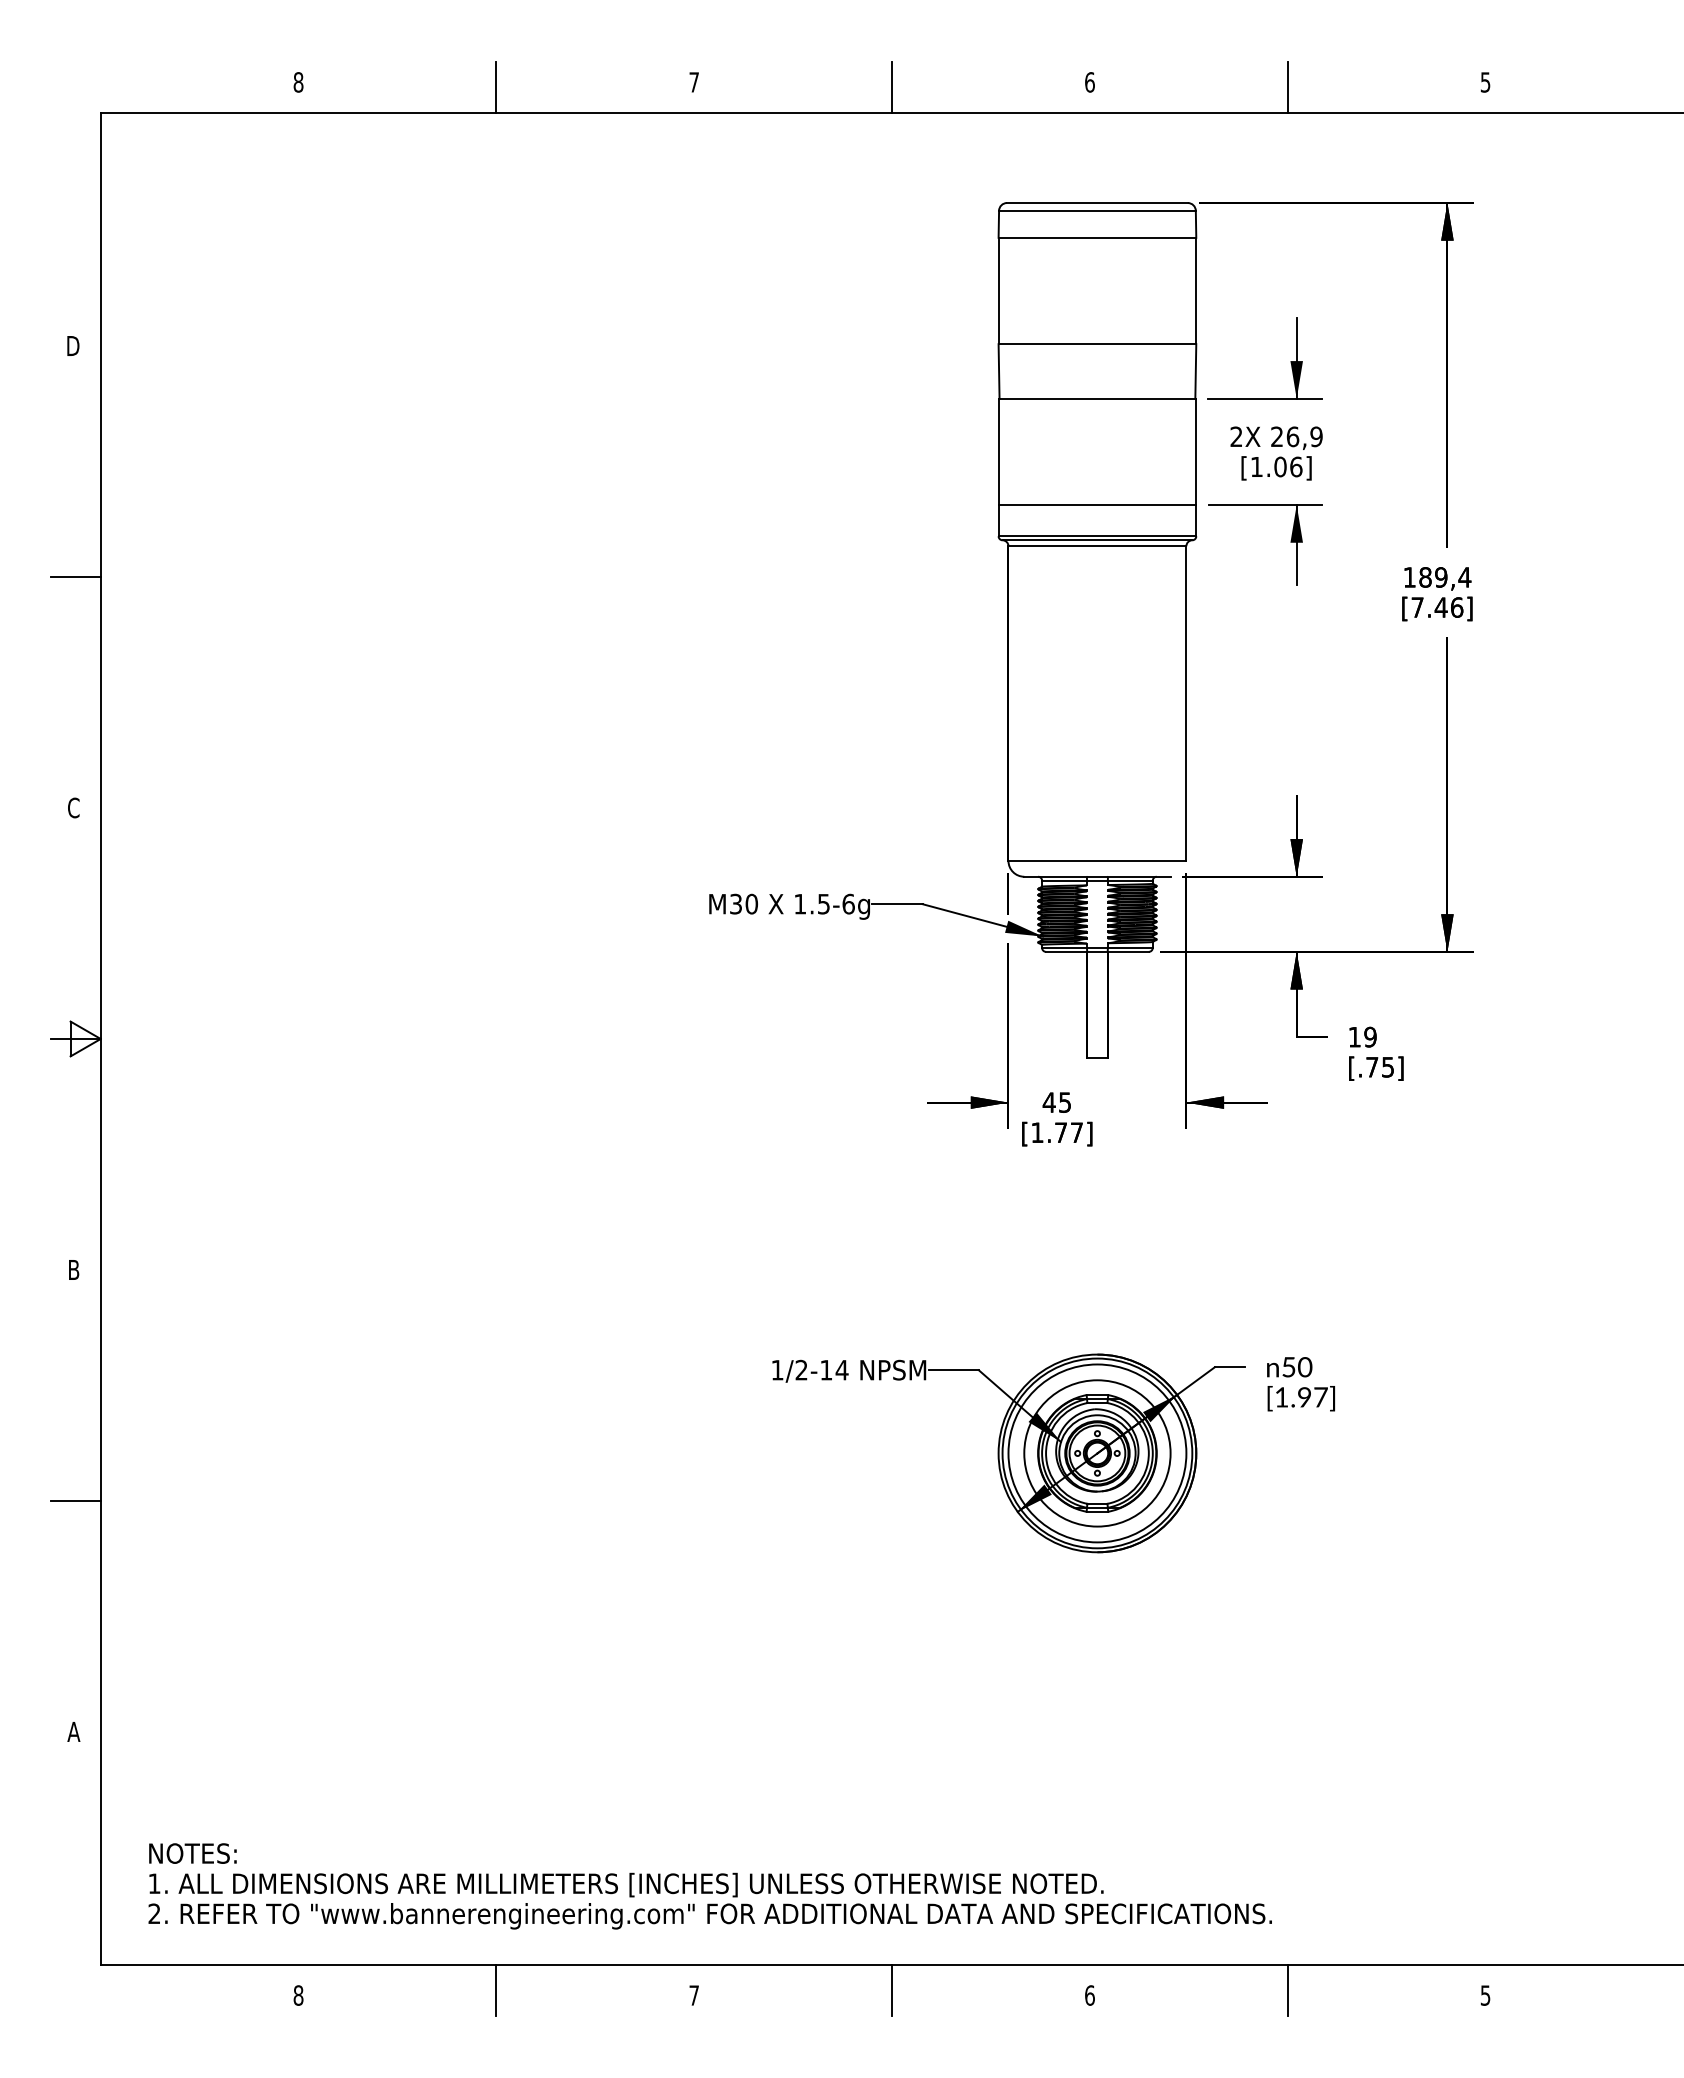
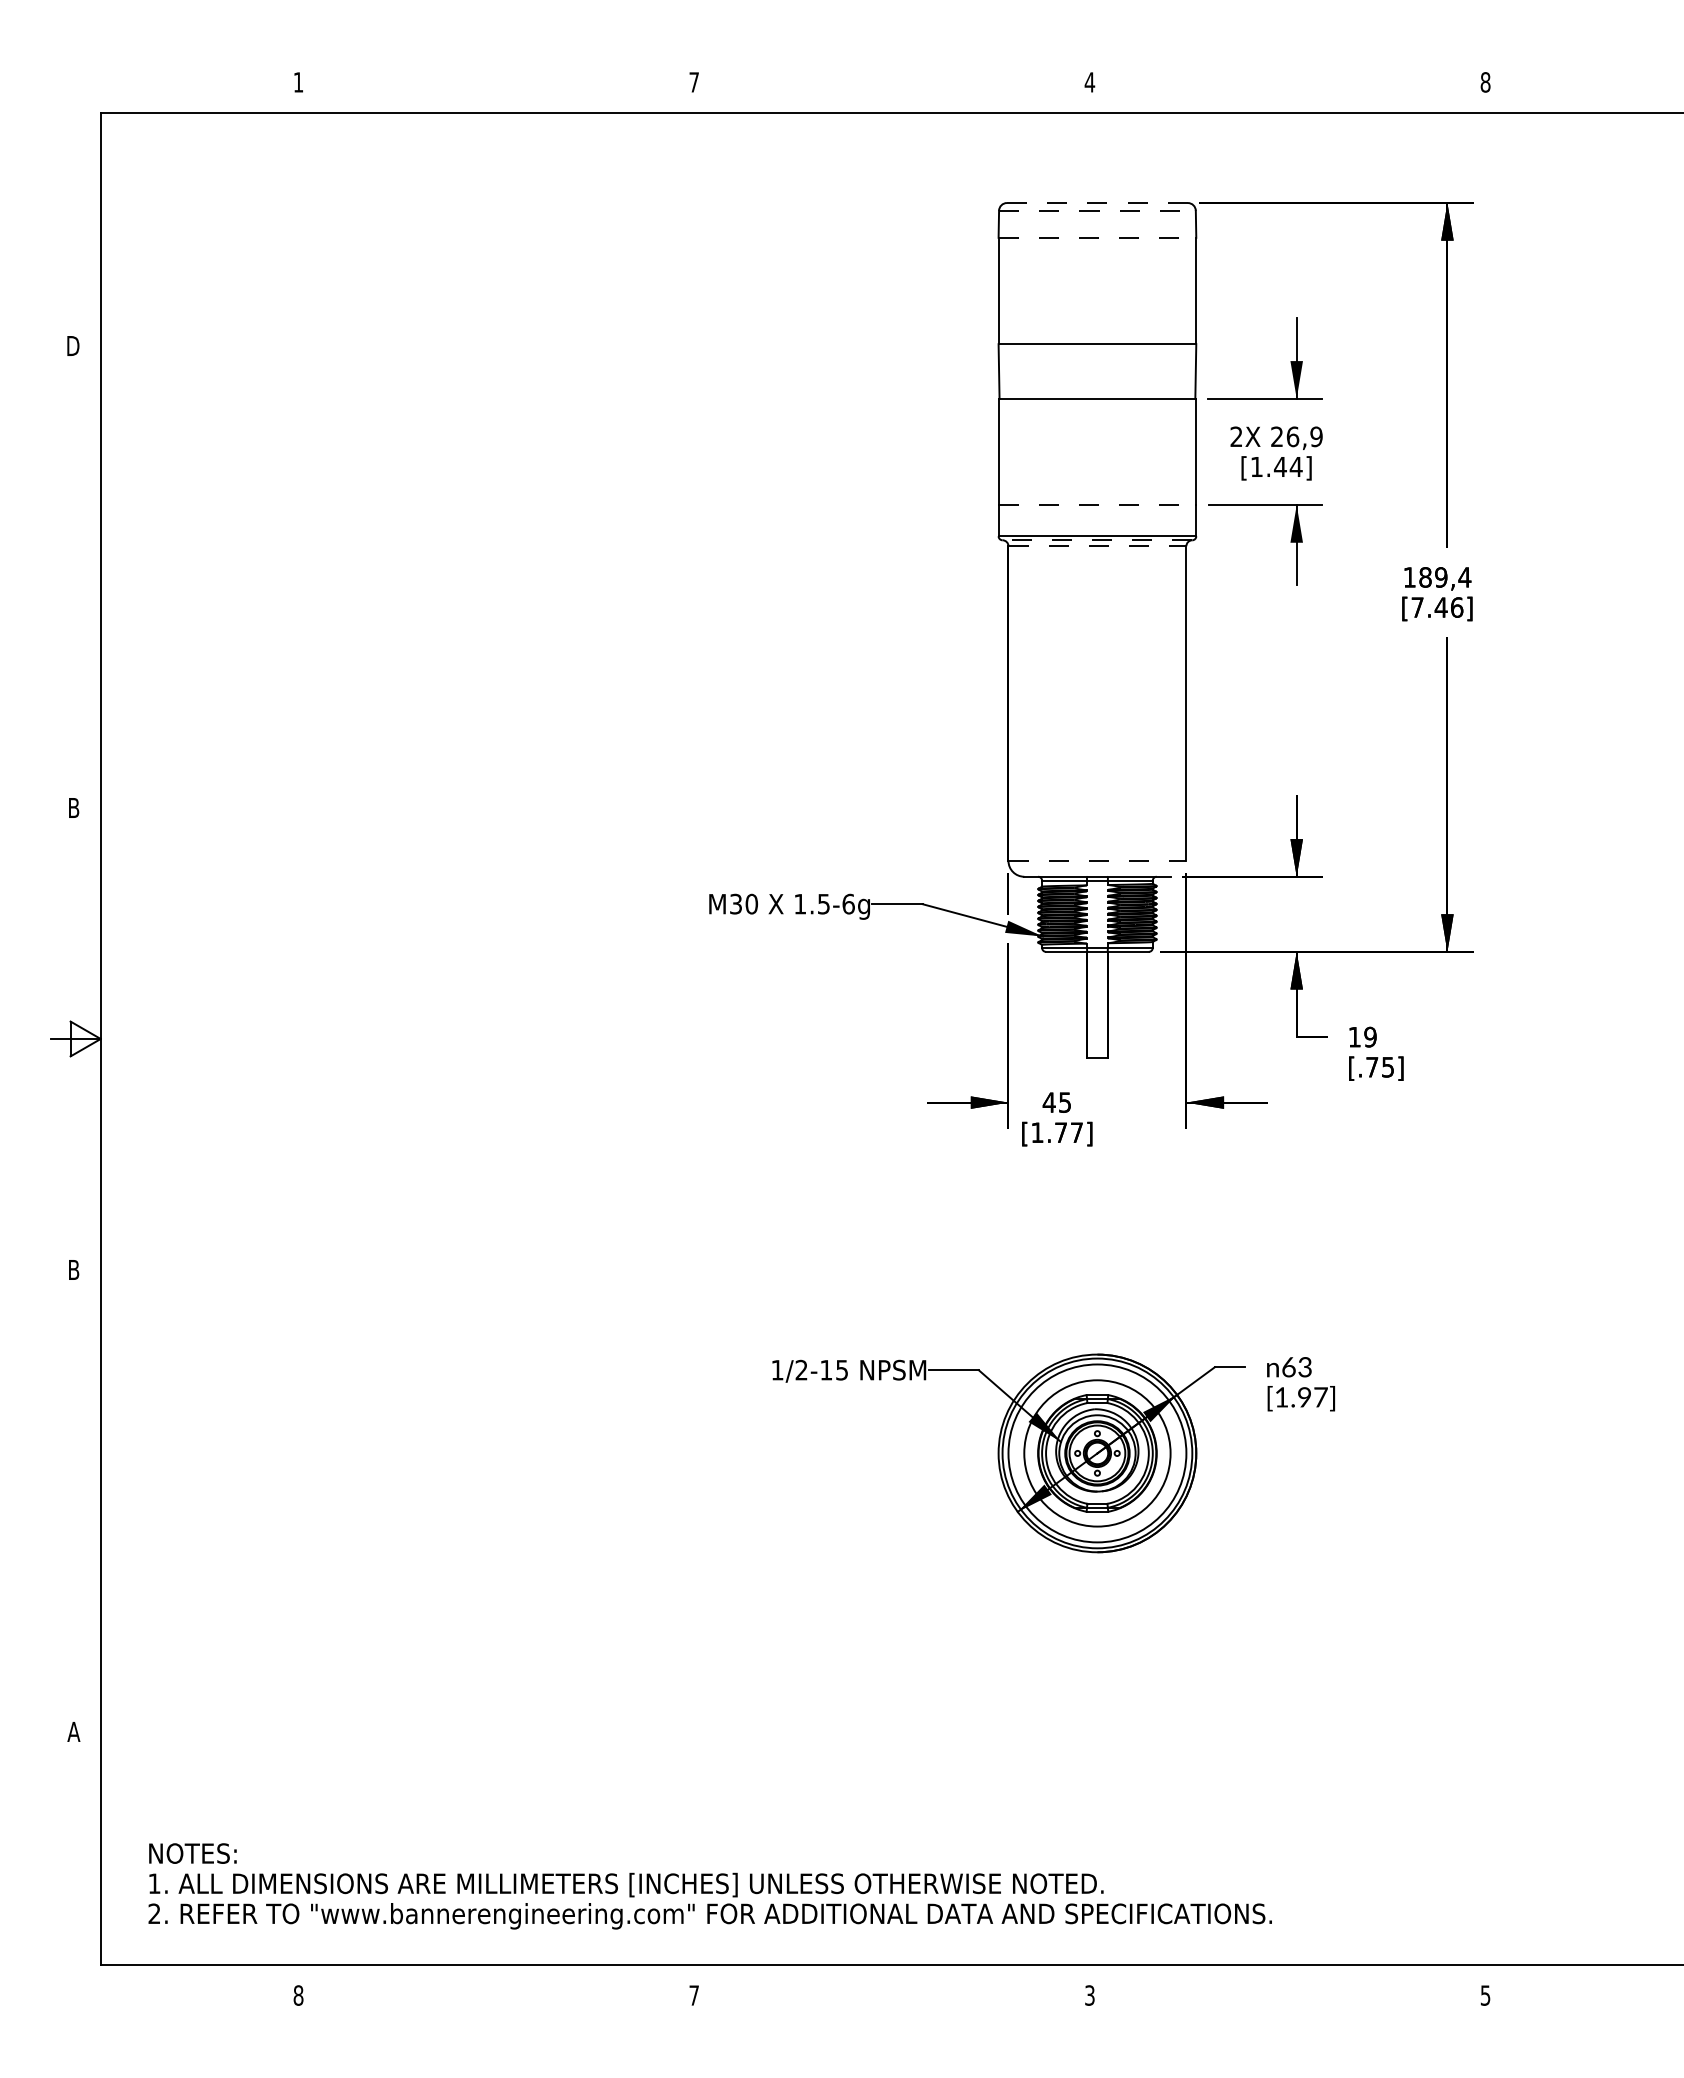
text at (298, 82): 8 -> 1
text at (1089, 82): 6 -> 4
text at (1485, 82): 5 -> 8
line at (496, 87): present -> none
line at (892, 87): present -> none
line at (1287, 87): present -> none
line at (1097, 203): solid -> dashed
line at (1097, 210): solid -> dashed
line at (1097, 237): solid -> dashed
text at (1287, 466): [1.06] -> [1.44]
line at (1097, 505): solid -> dashed
line at (1097, 540): solid -> dashed
line at (1097, 546): solid -> dashed
line at (75, 577): present -> none
text at (73, 807): C -> B
line at (1097, 860): solid -> dashed
text at (1297, 1367): 50 -> 63
text at (841, 1370): 1/2-14 -> 1/2-15
line at (75, 1500): present -> none
line at (496, 1990): present -> none
line at (892, 1990): present -> none
line at (1287, 1990): present -> none
text at (1089, 1995): 6 -> 3
